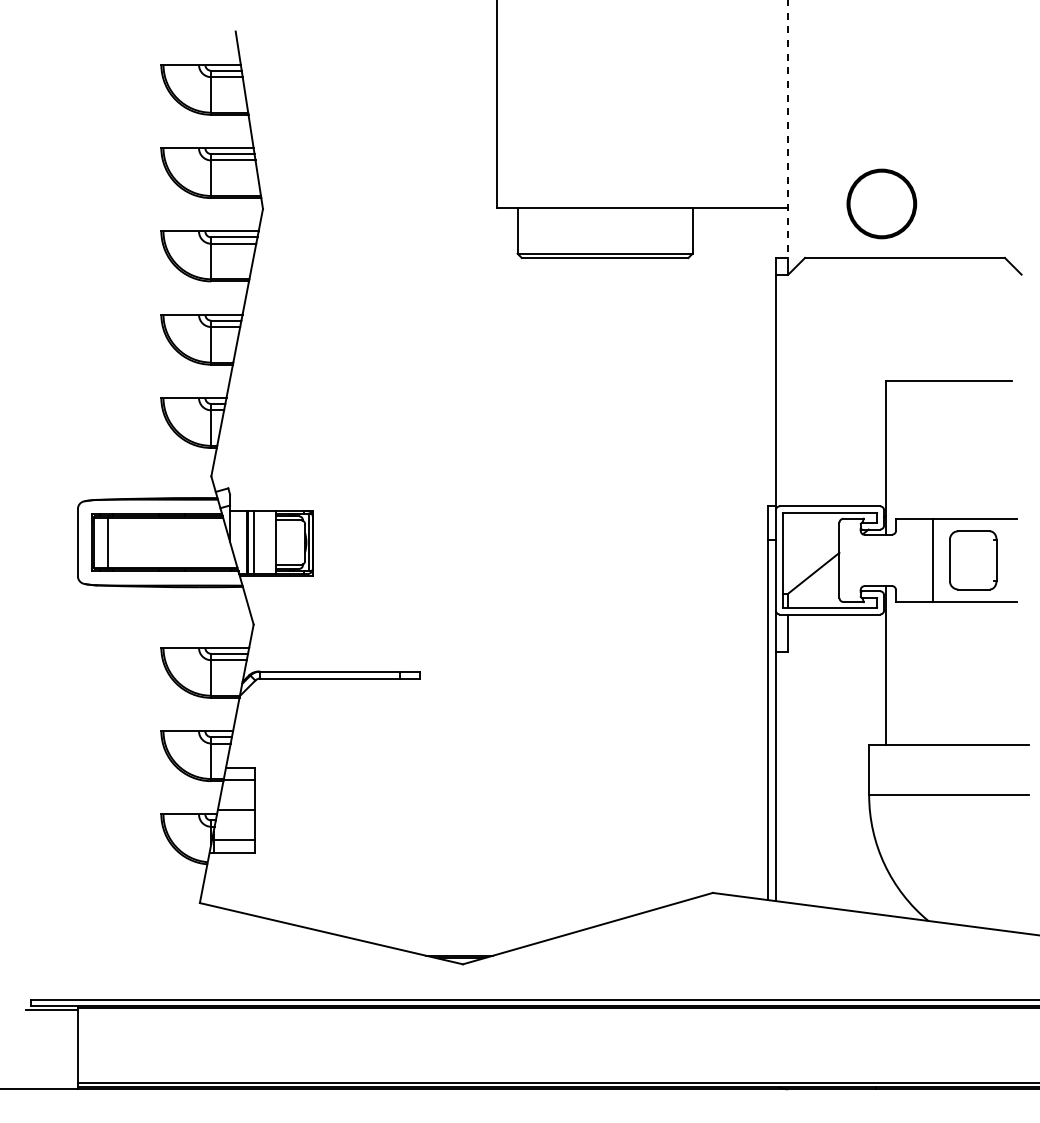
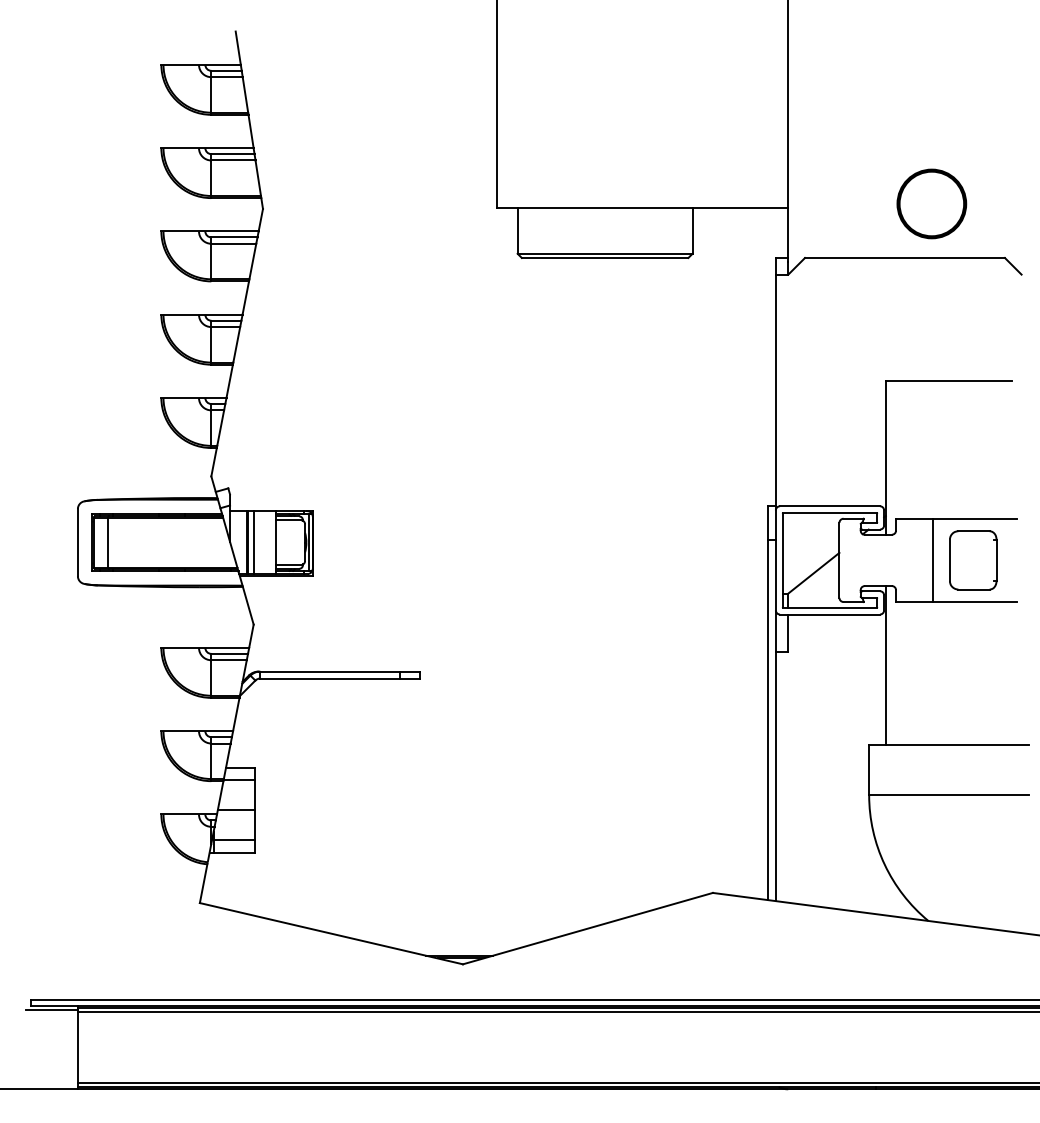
line at (788, 131): dashed -> solid
part at (881, 203) position: (881, 203) -> (931, 203)
line at (556, 1012): none -> present
